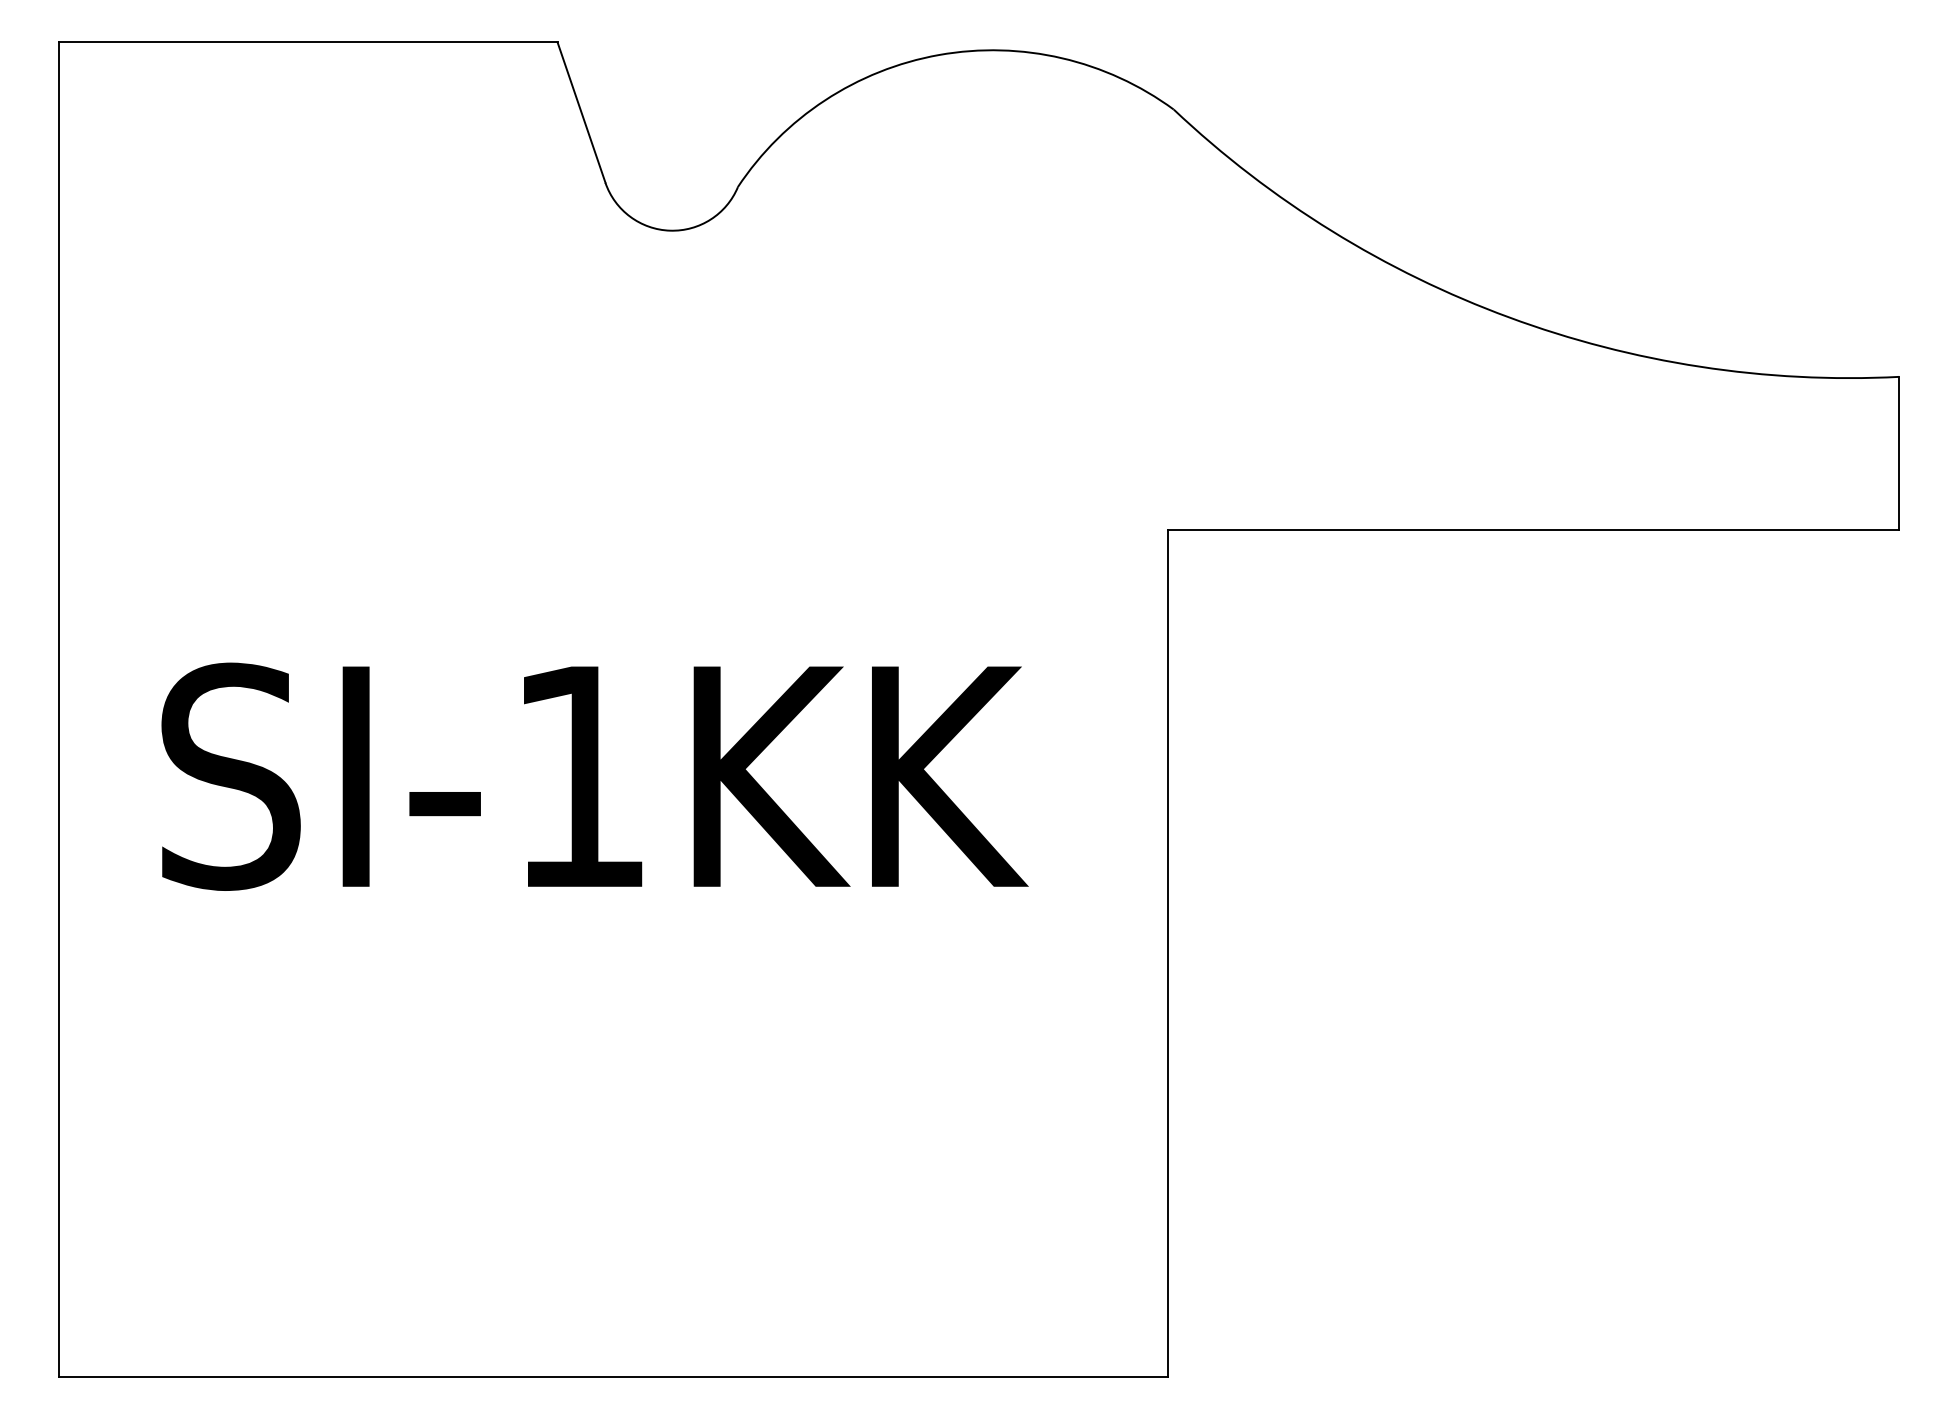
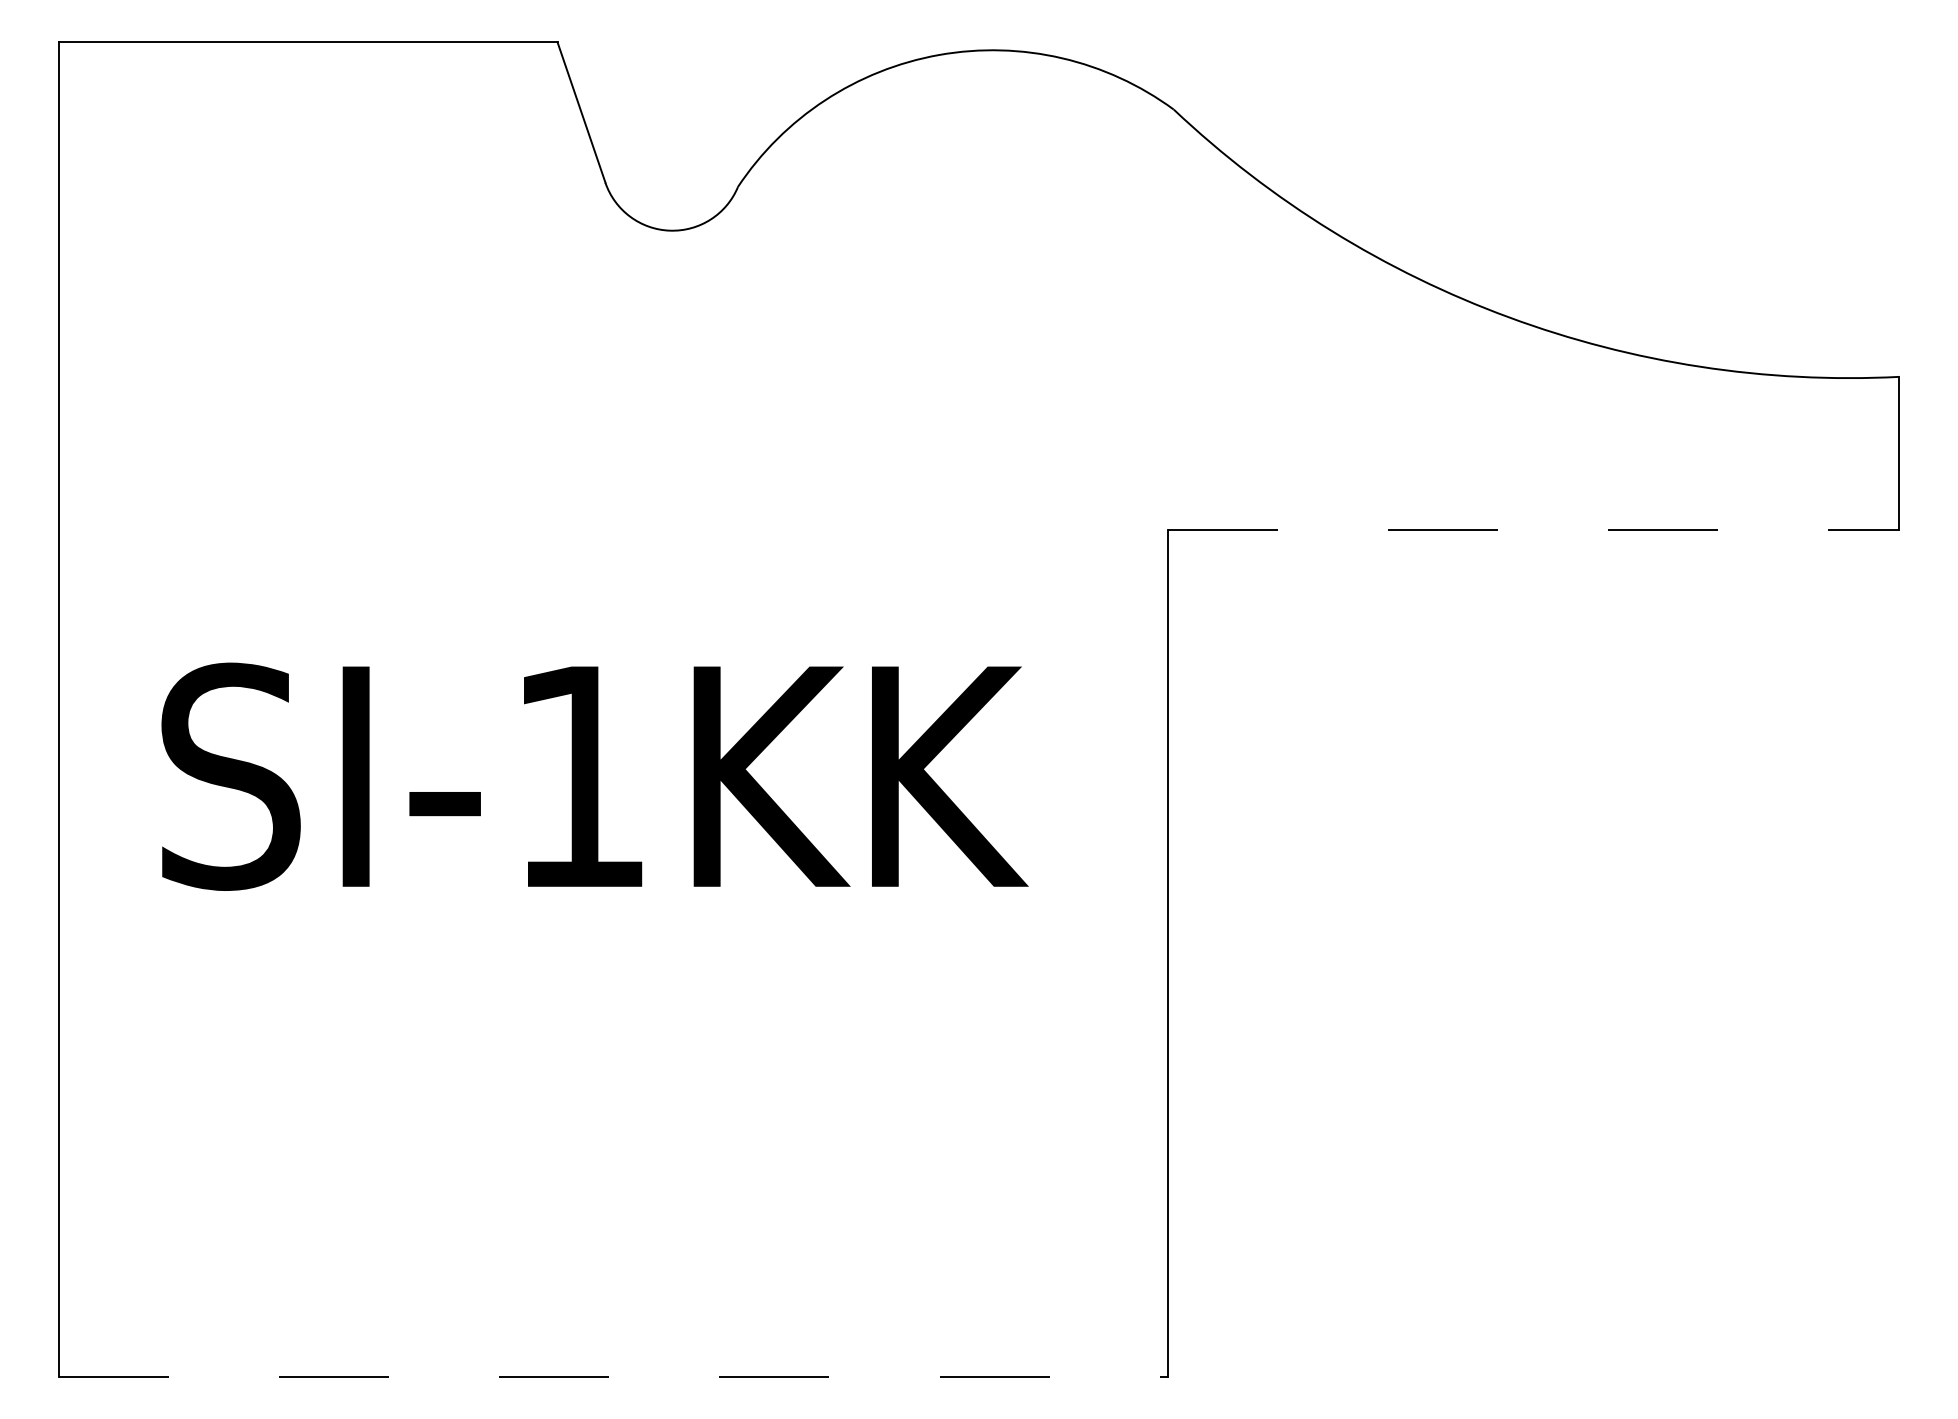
line at (1533, 530): solid -> dashed
line at (613, 1376): solid -> dashed
